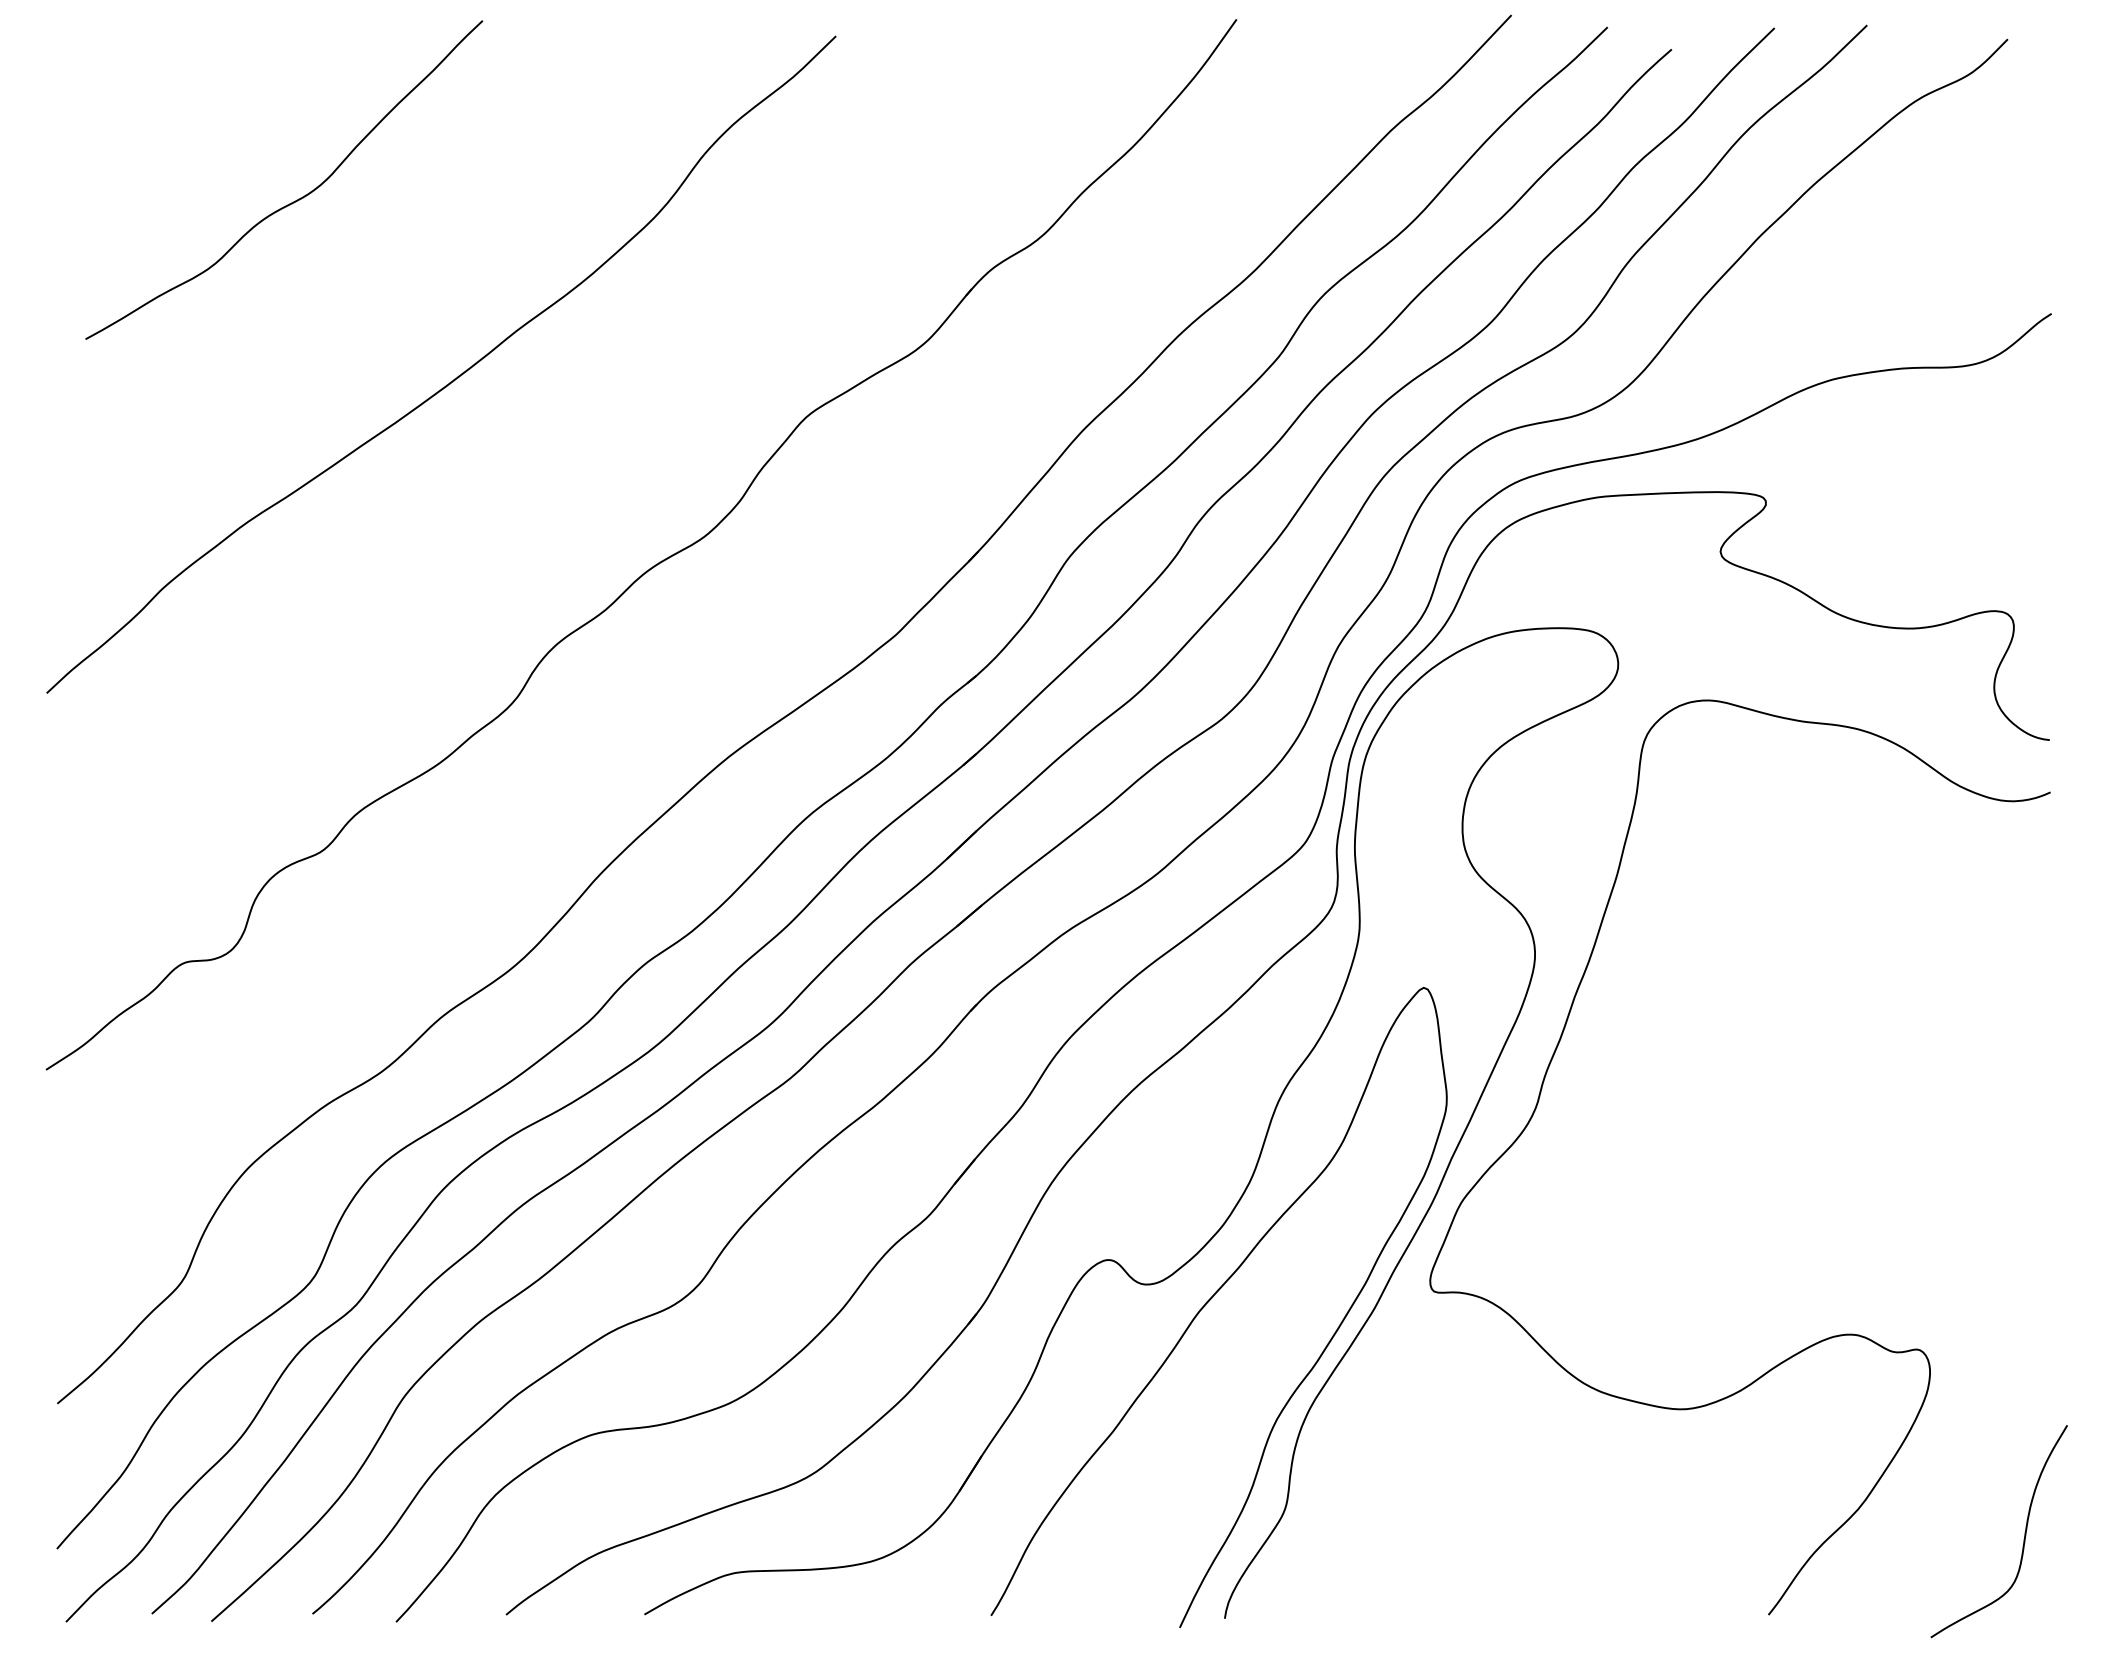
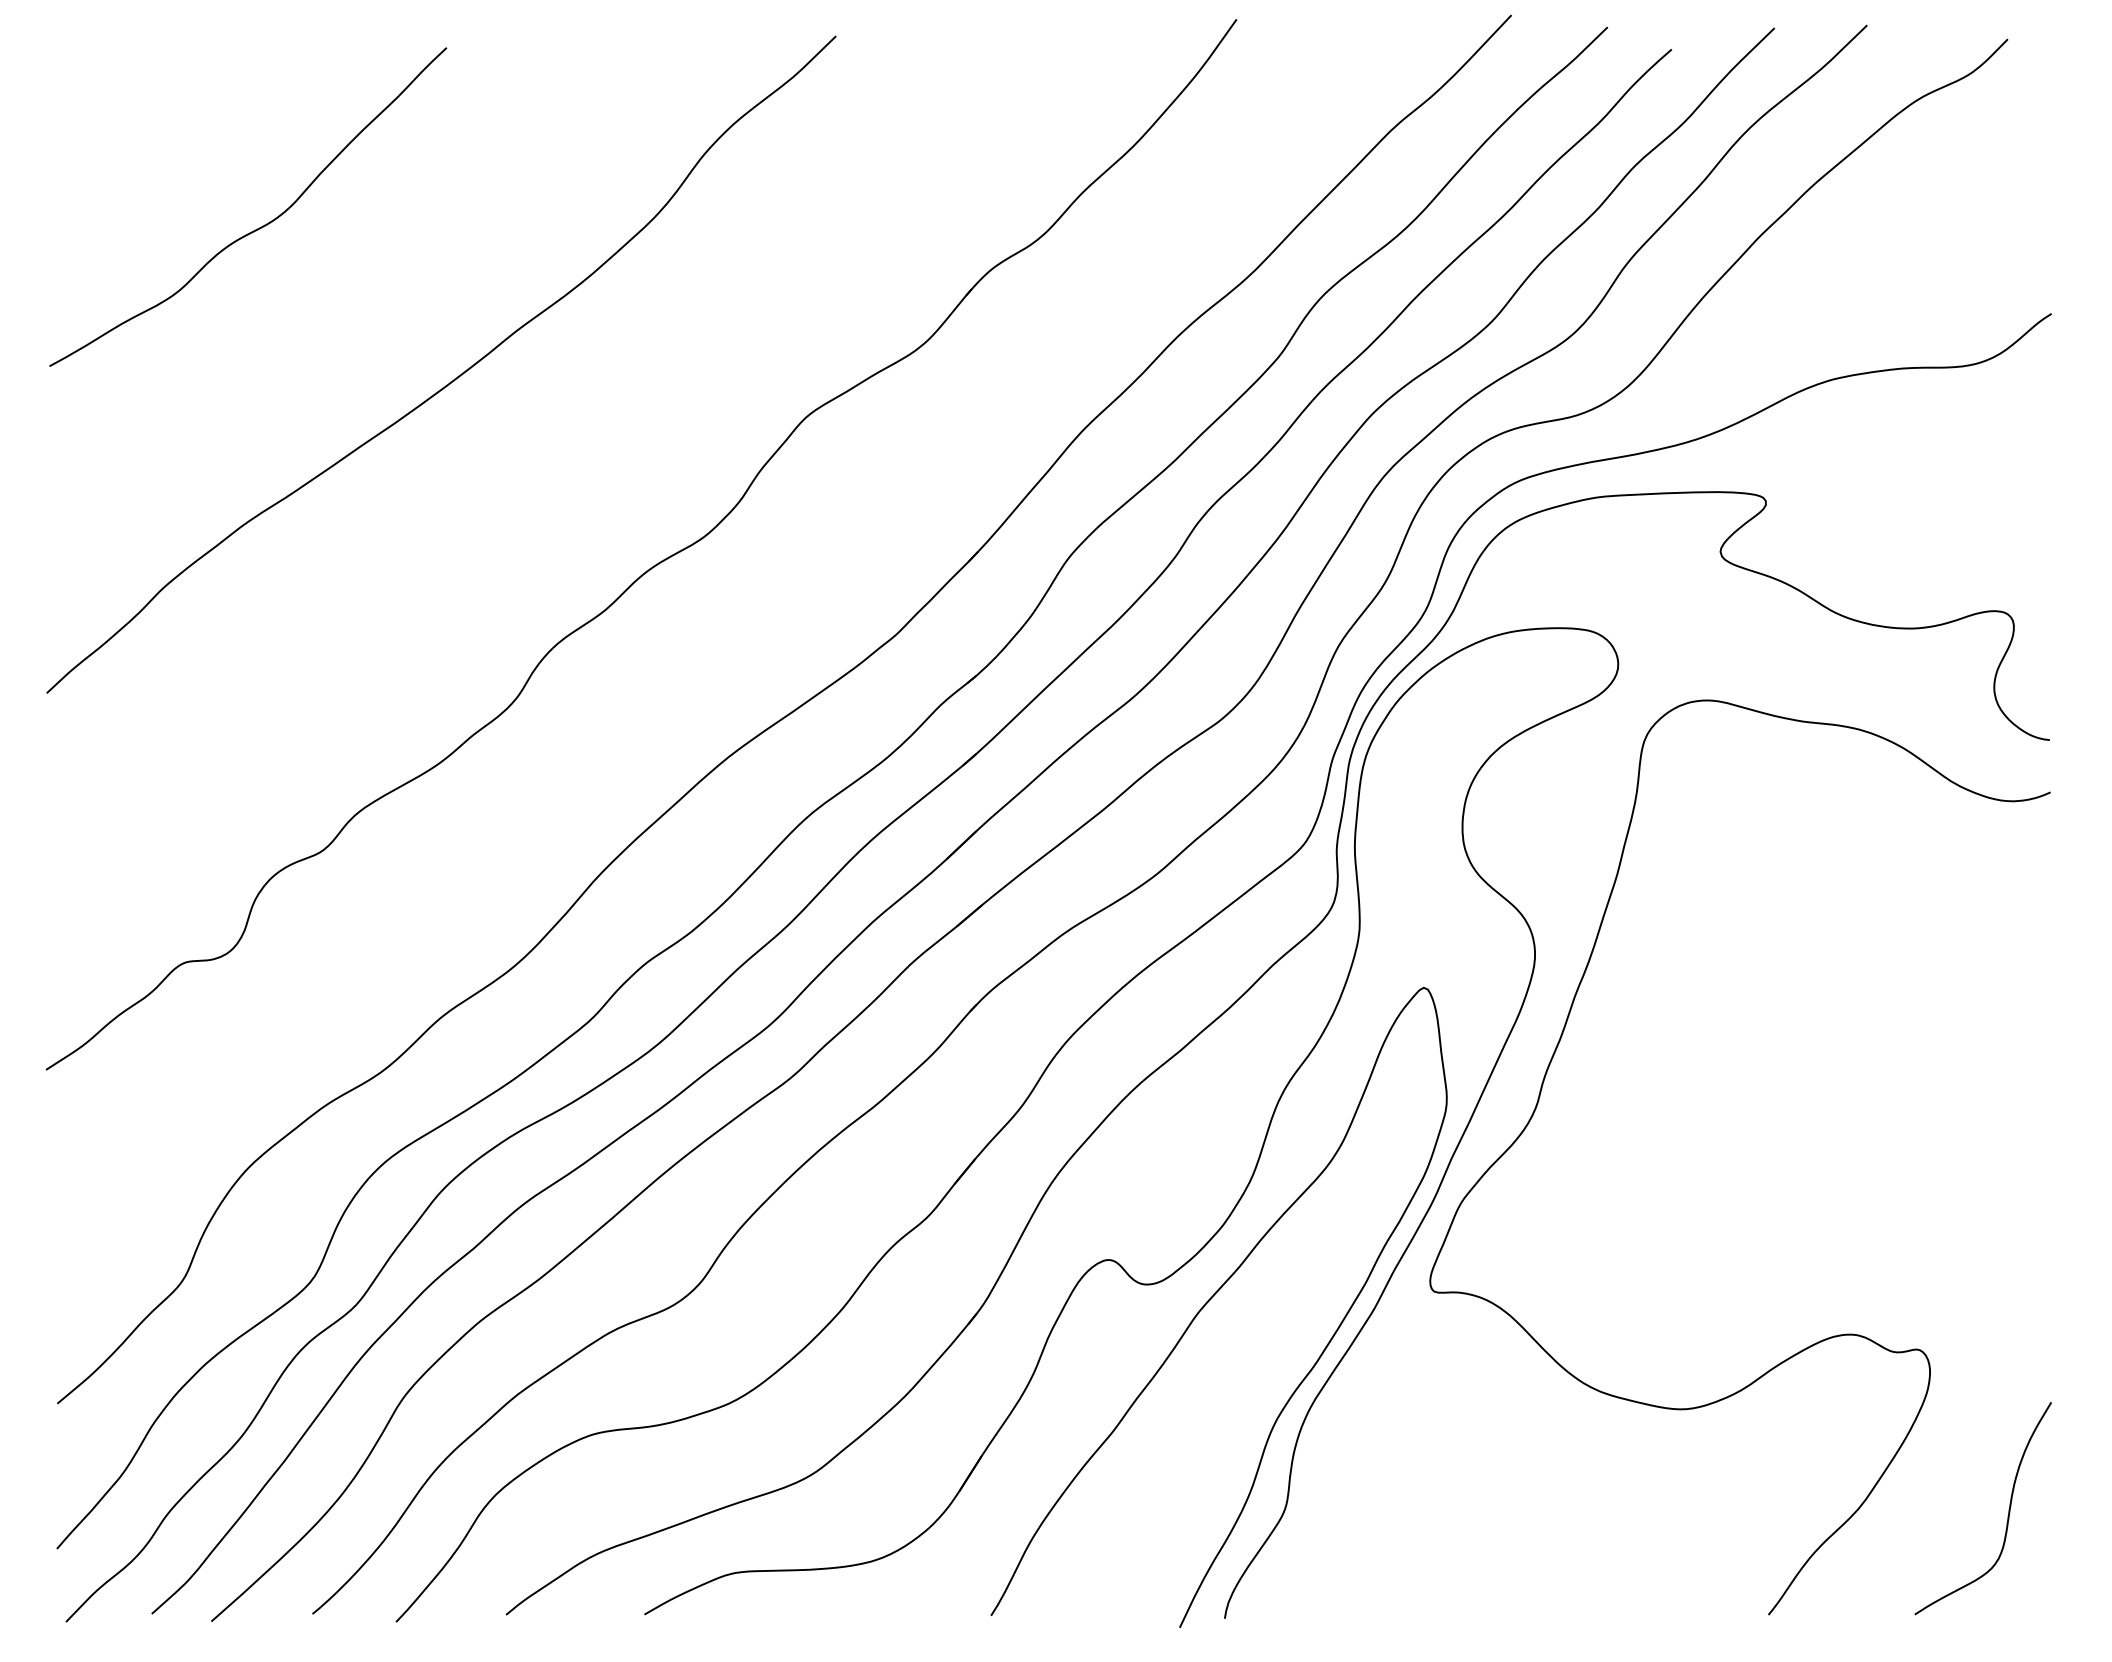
curve at (298, 198) position: (298, 198) -> (262, 225)
curve at (2024, 1532) position: (2024, 1532) -> (2008, 1509)
